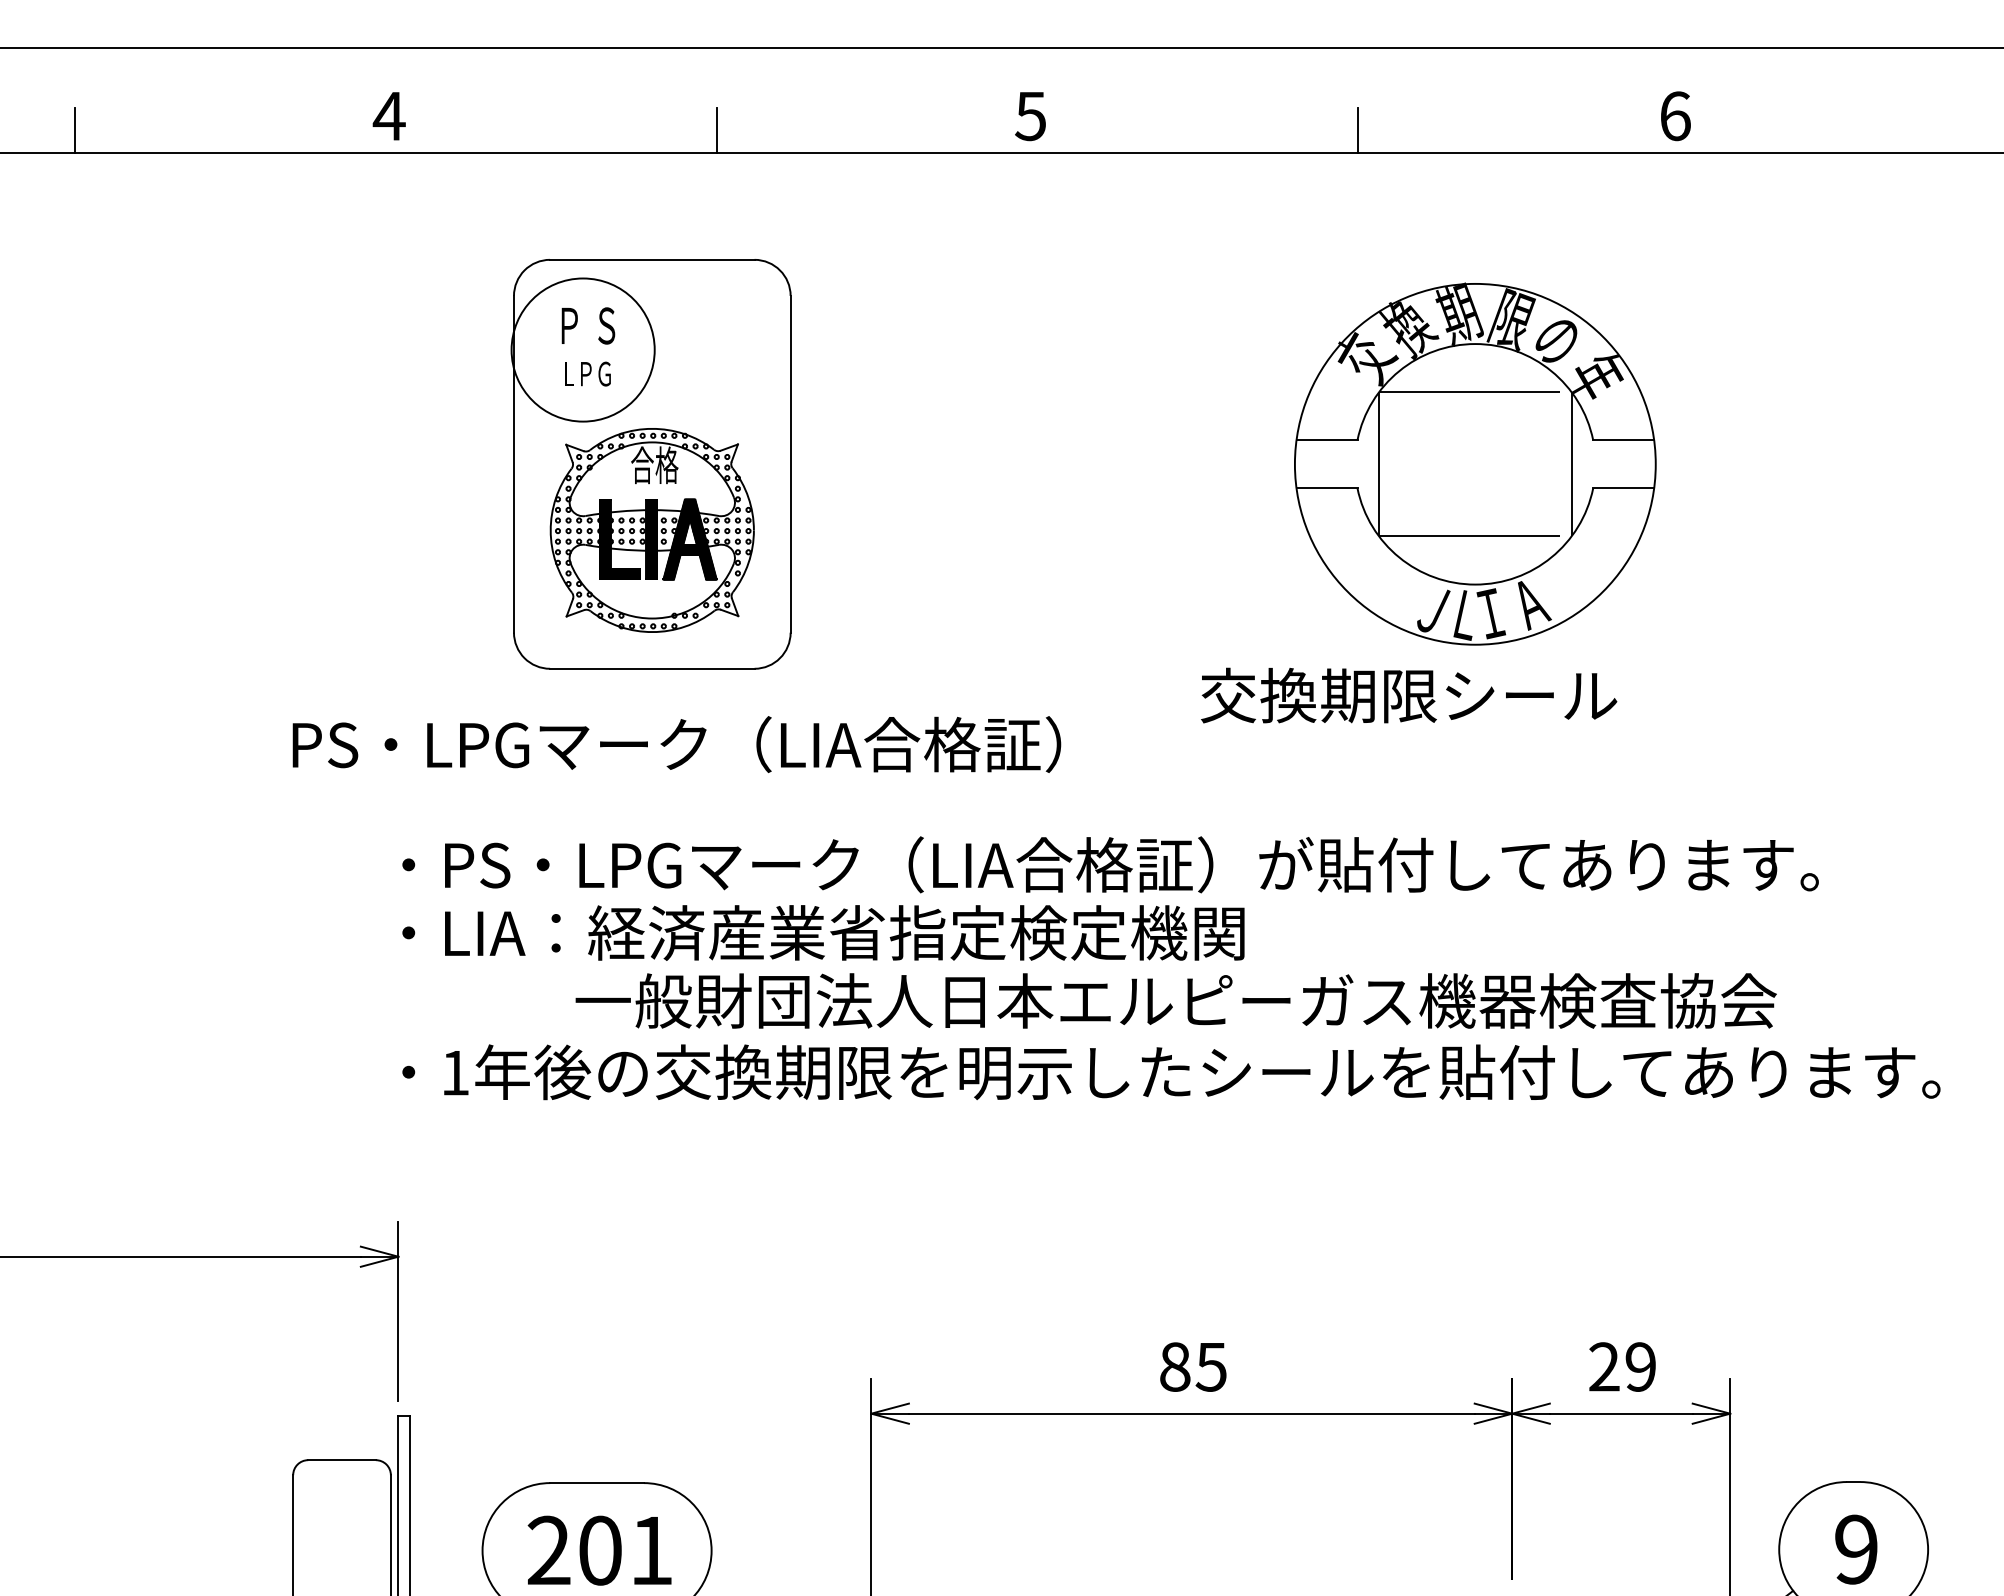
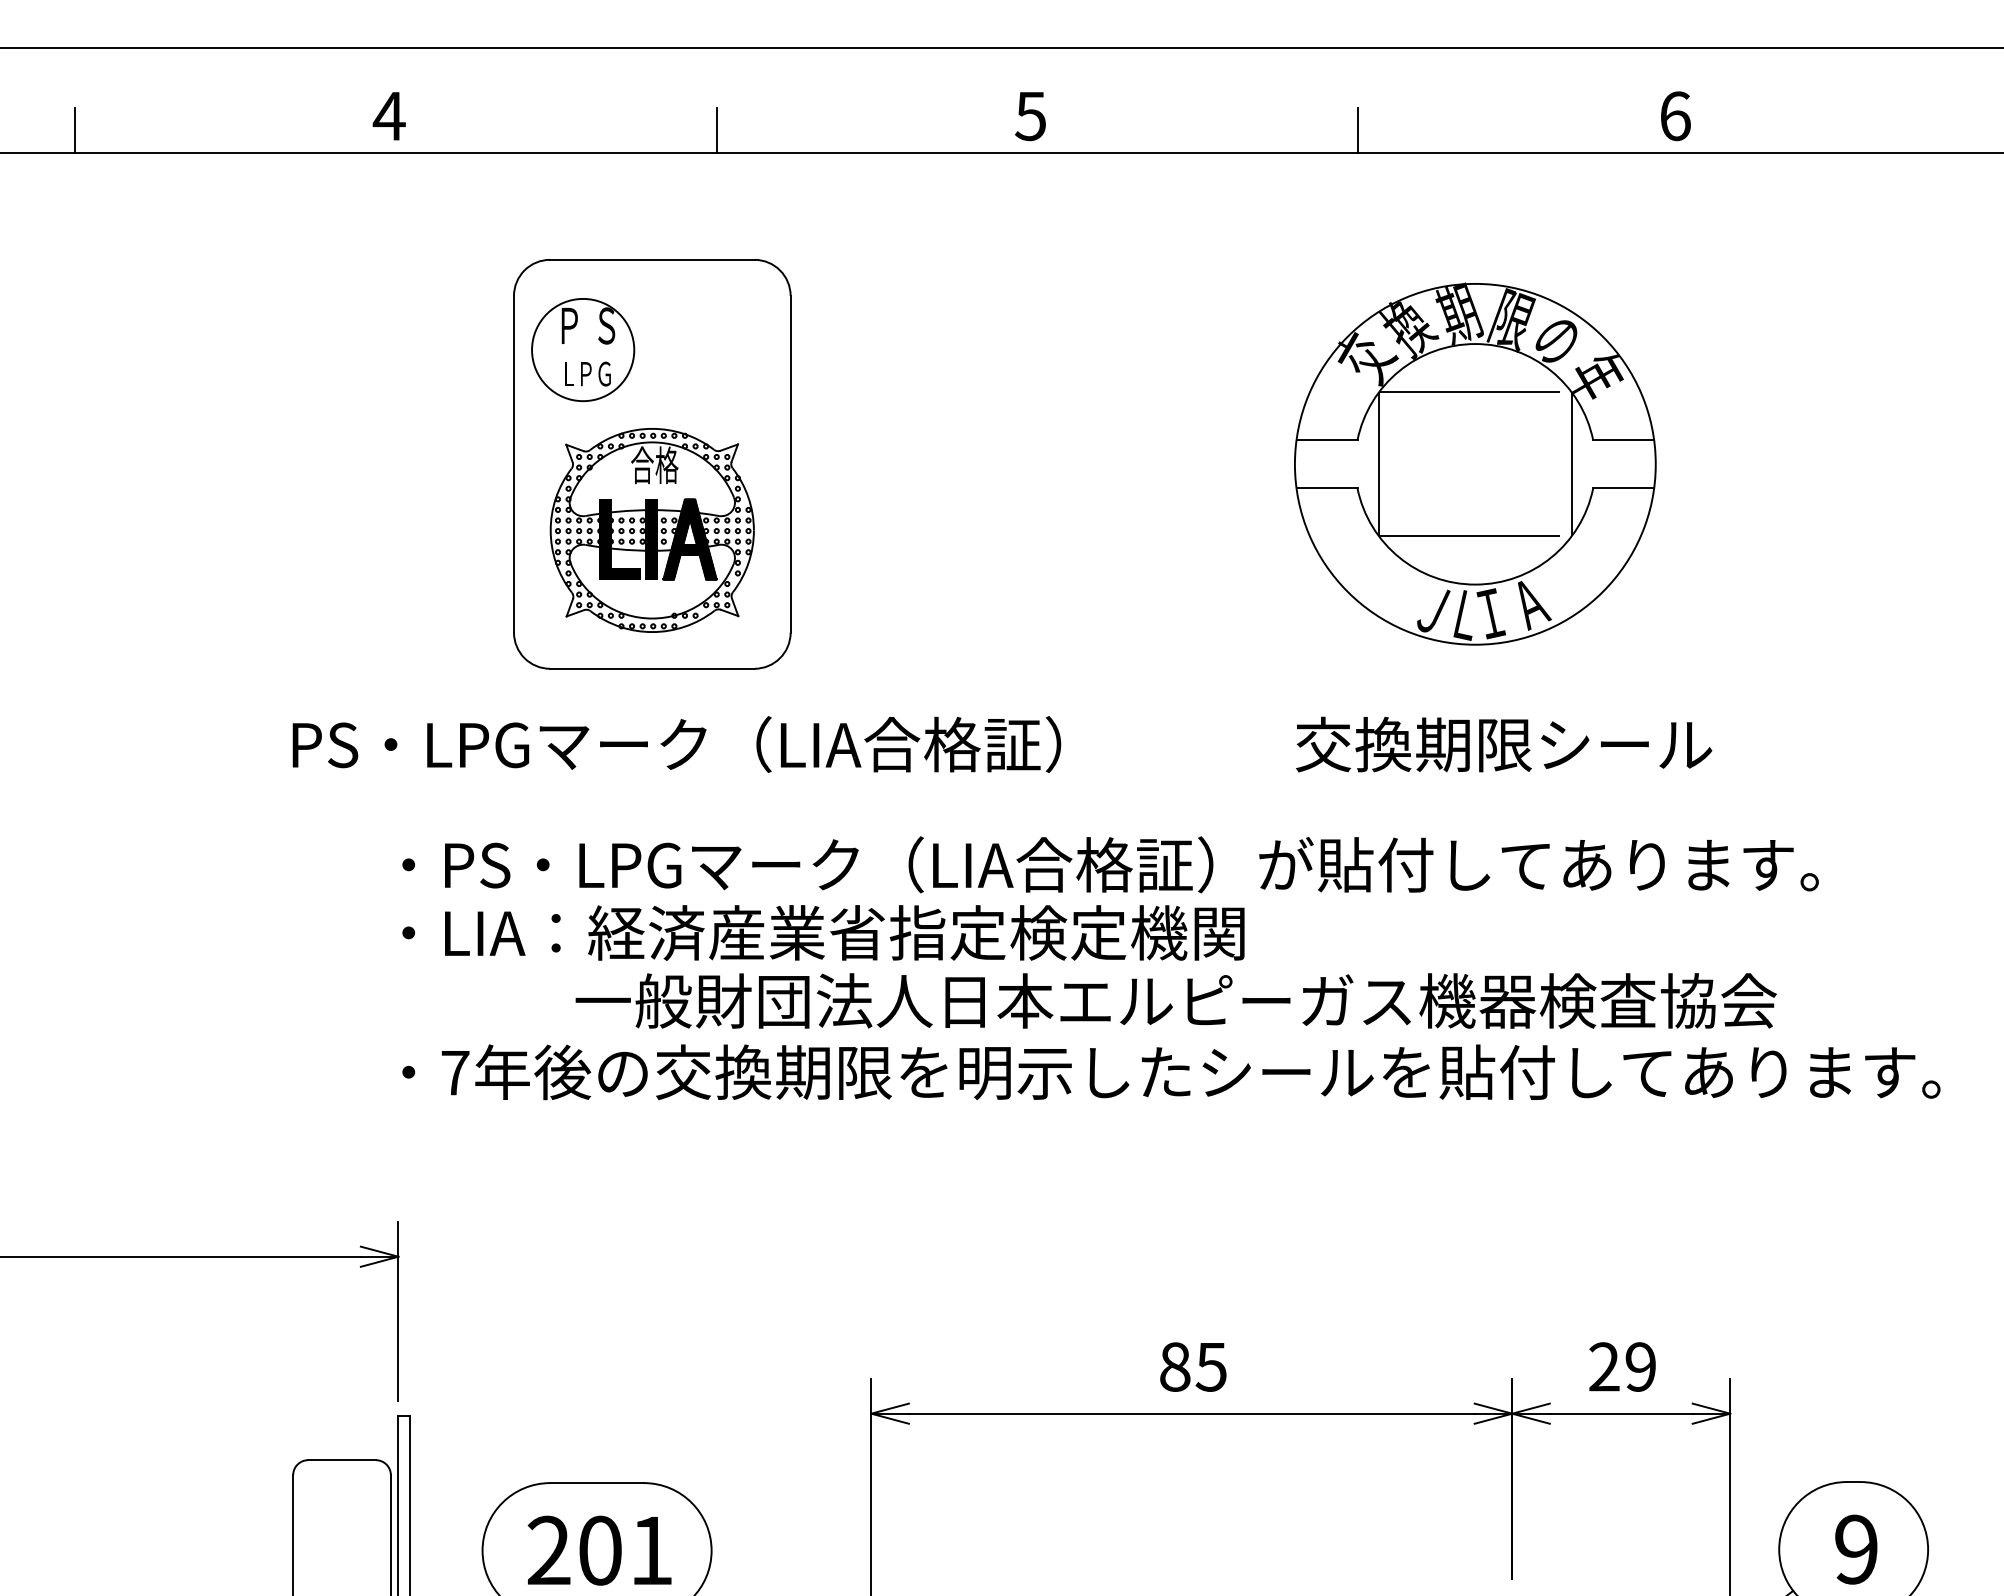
circle at (582, 349) diameter: 143 px -> 102 px
text at (1409, 695) position: (1409, 695) -> (1504, 744)
text at (455, 1073): 1 -> 7
